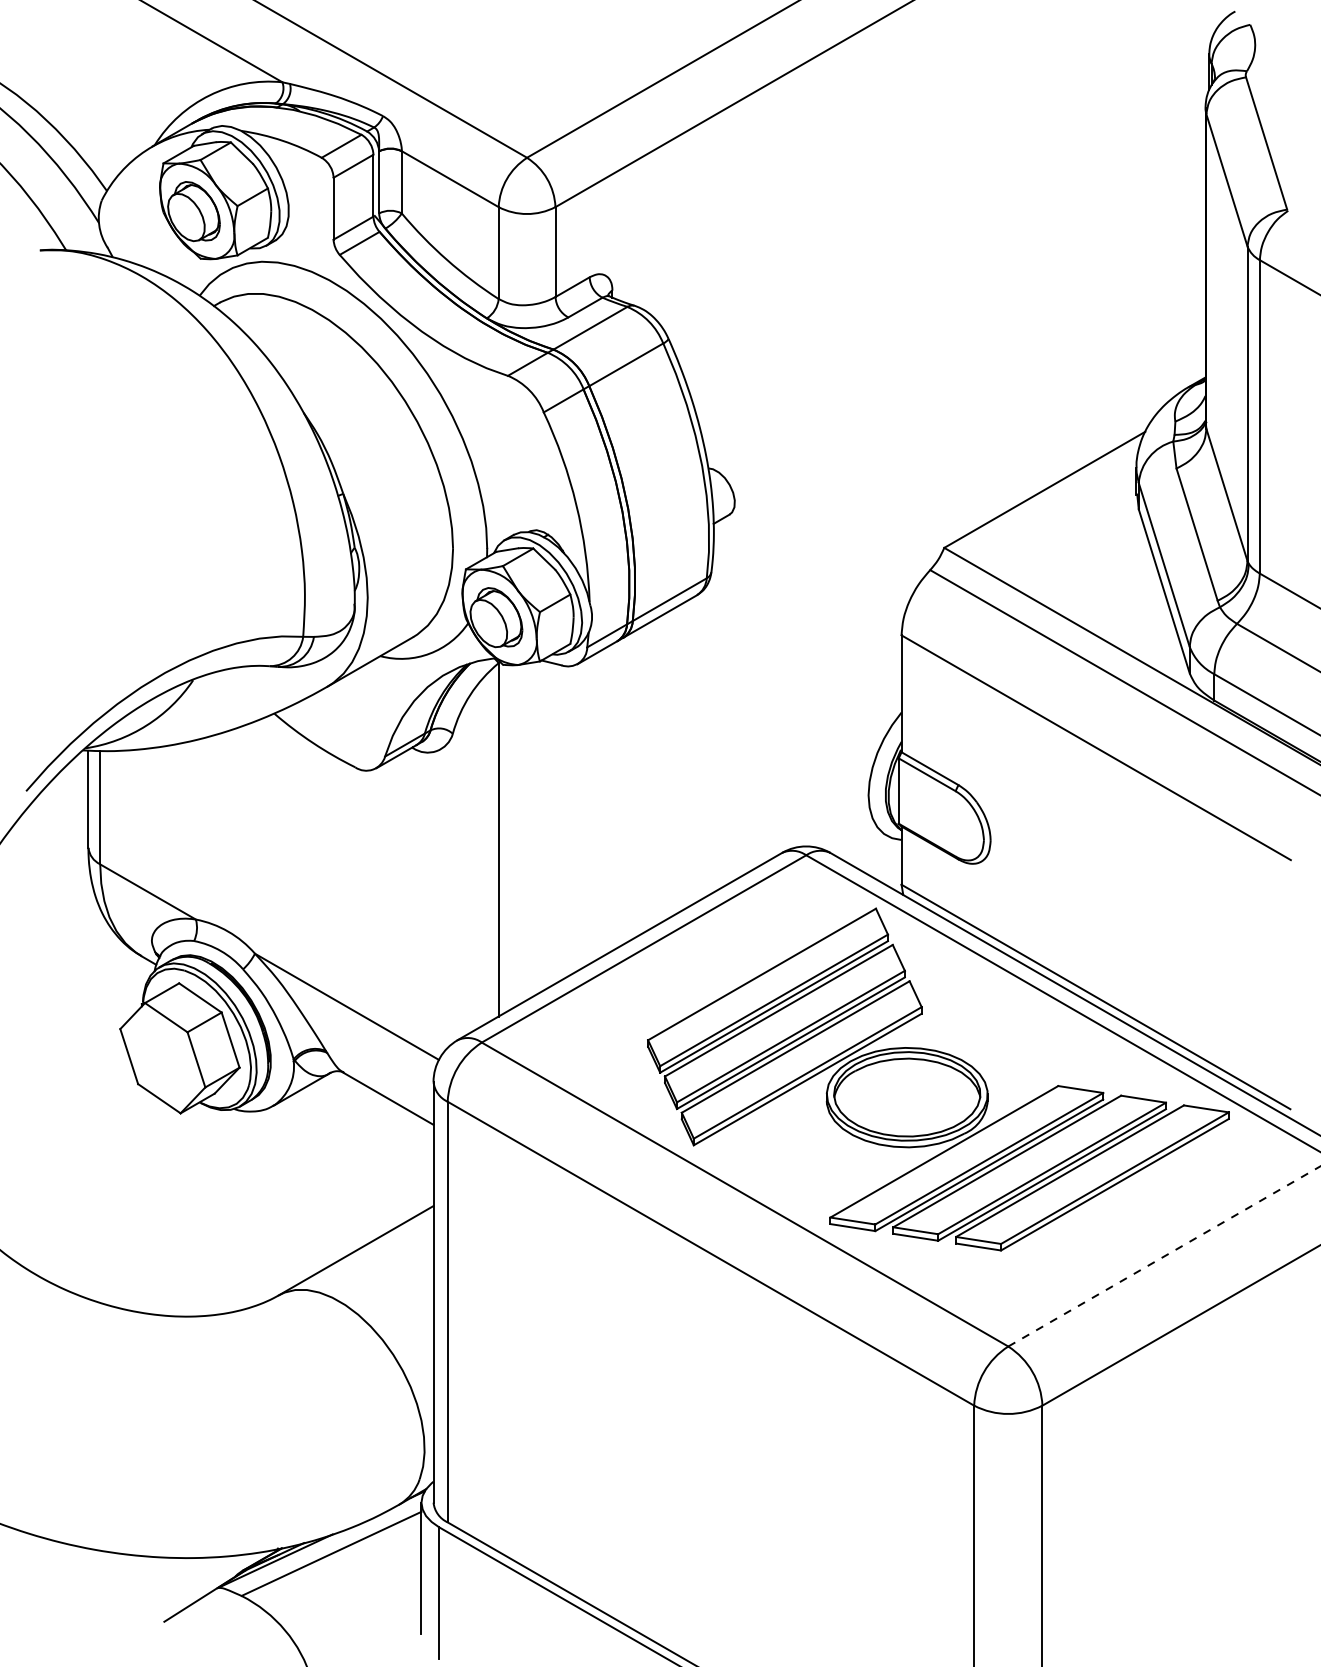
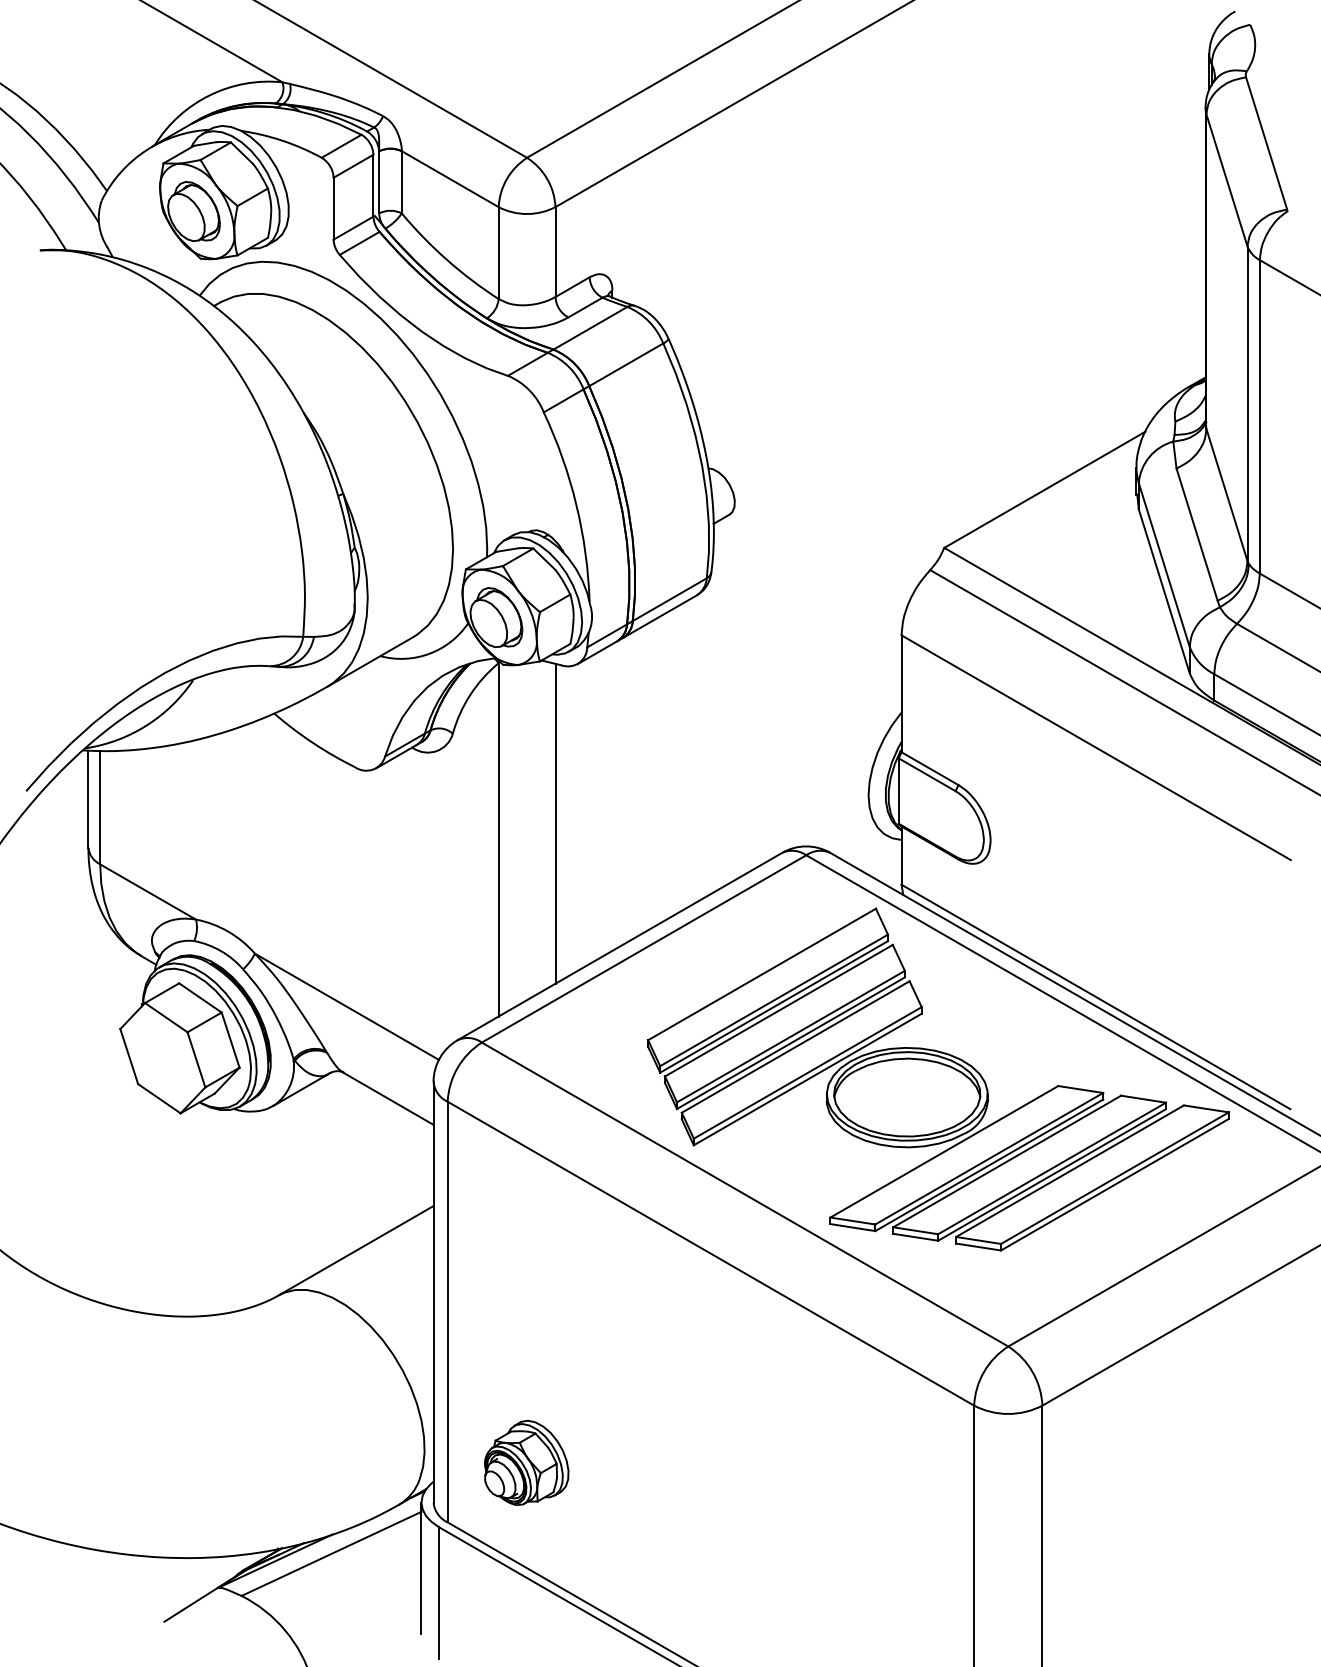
line at (555, 823): none -> present
line at (1164, 1256): dashed -> solid
part at (526, 1462): none -> present
